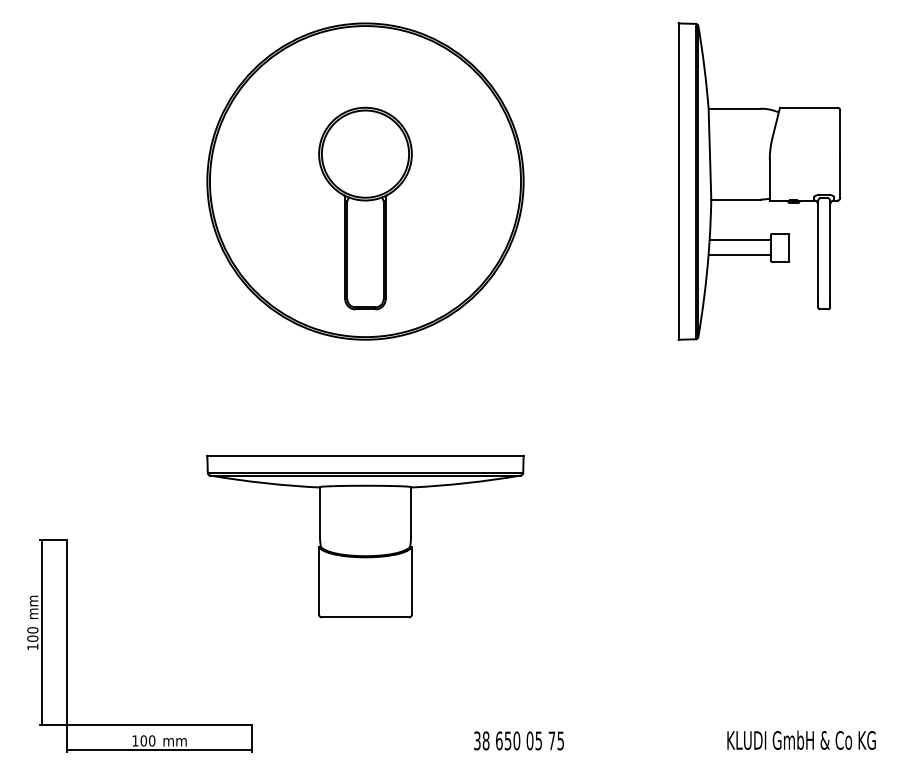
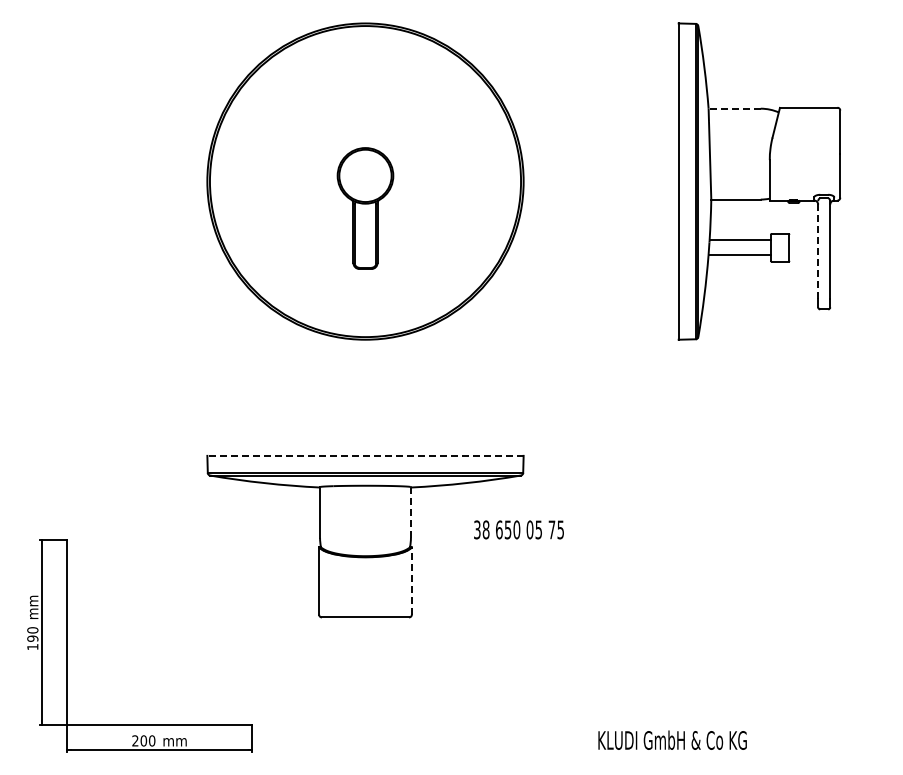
line at (734, 108): solid -> dashed
part at (365, 208) size: 95x205 px -> 59x123 px
line at (818, 250): solid -> dashed
line at (365, 455): solid -> dashed
line at (410, 512): solid -> dashed
line at (411, 581): solid -> dashed
text at (32, 638): 100 -> 190
text at (801, 739) position: (801, 739) -> (672, 739)
text at (135, 740): 100 -> 200
text at (518, 740) position: (518, 740) -> (518, 529)
